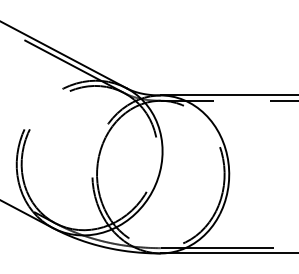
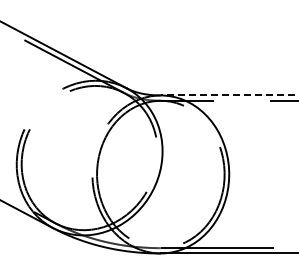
line at (229, 95): solid -> dashed
